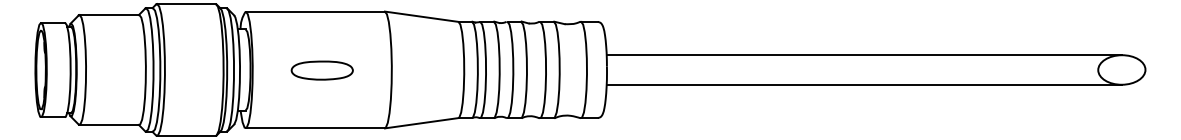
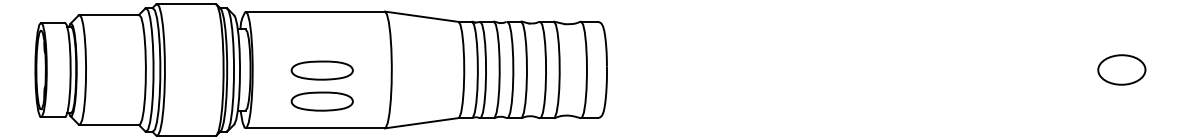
line at (864, 55): present -> none
line at (863, 84): present -> none
part at (321, 101): none -> present
